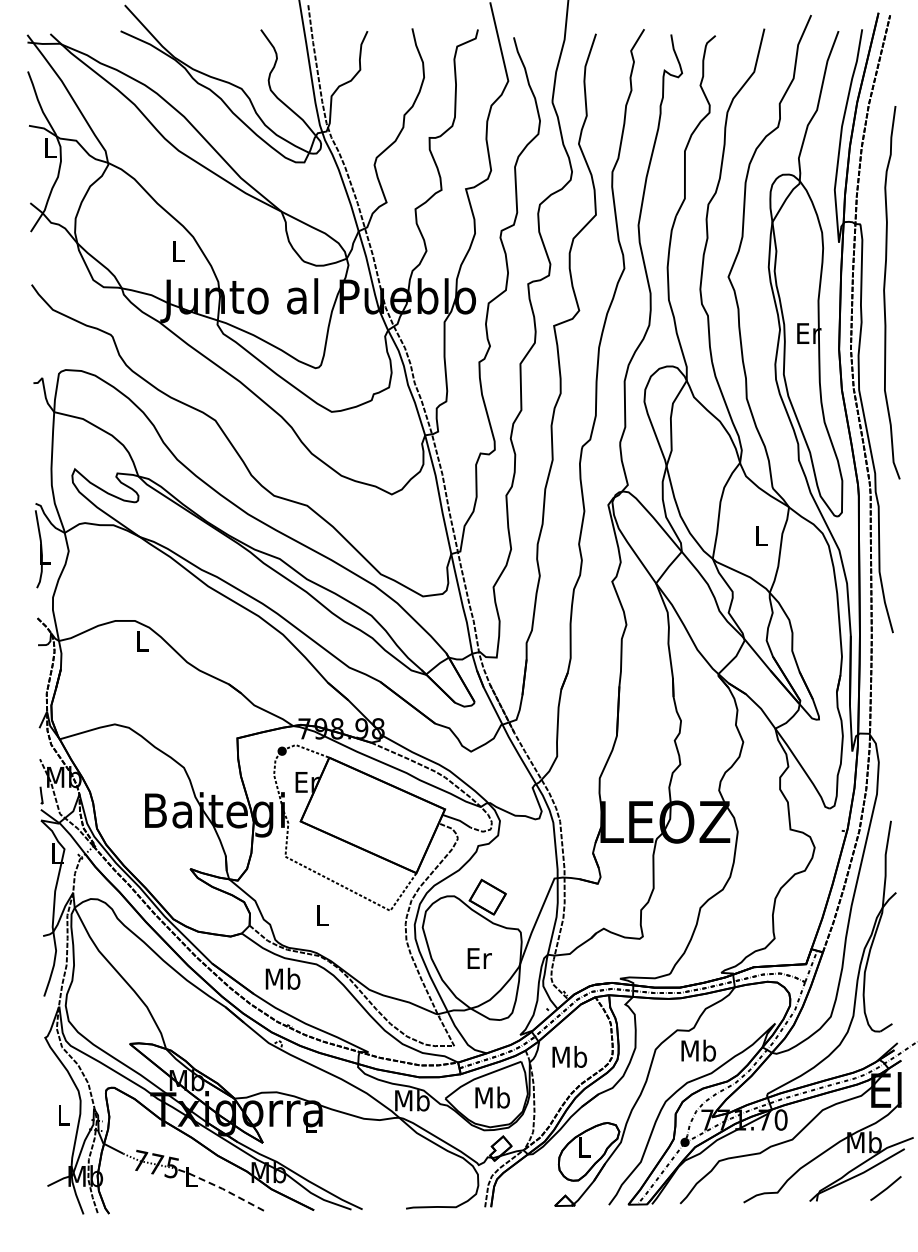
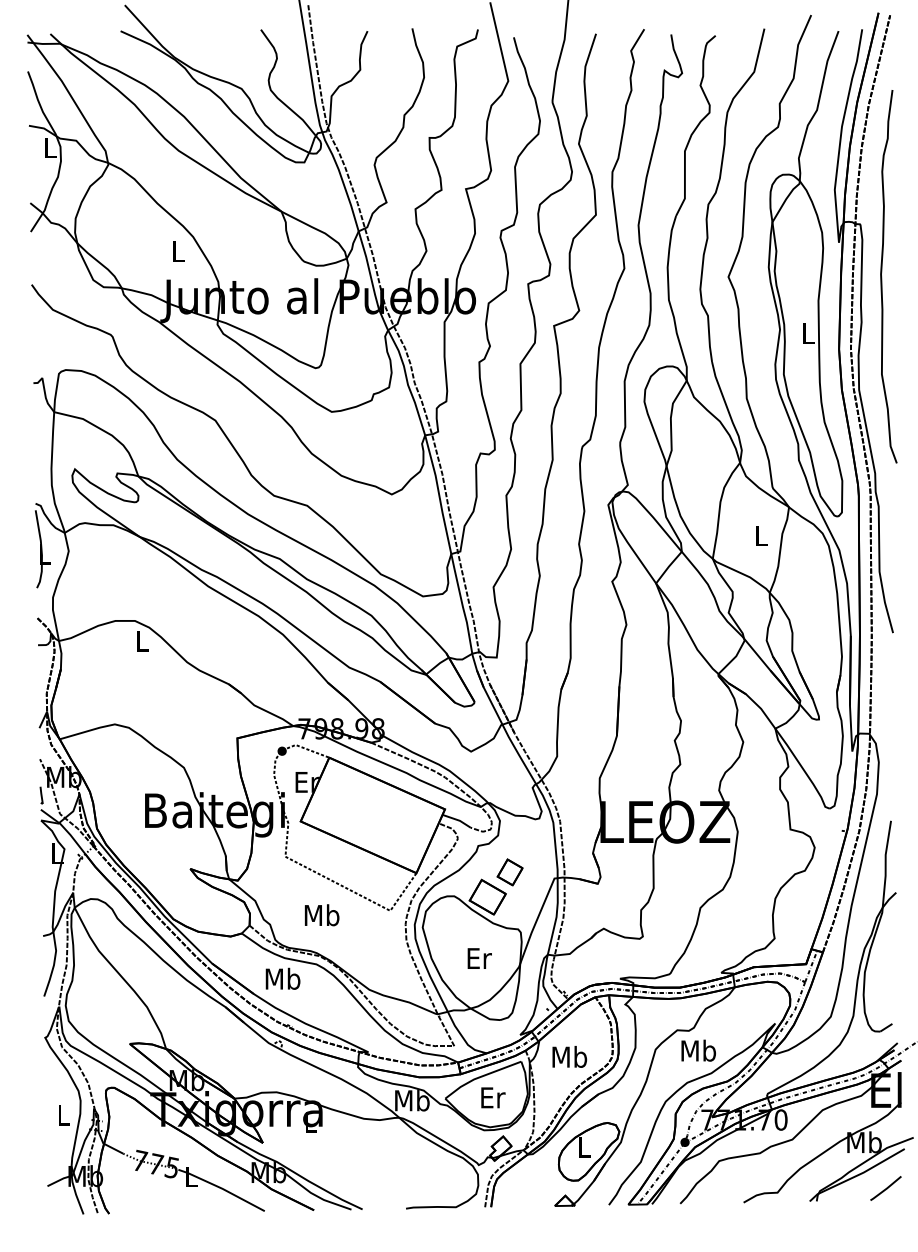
curve at (885, 293) position: (885, 293) -> (882, 277)
text at (809, 333): Er -> L
part at (509, 872): none -> present
text at (321, 915): L -> Mb
text at (492, 1097): Mb -> Er
line at (222, 1188): dashed -> solid
